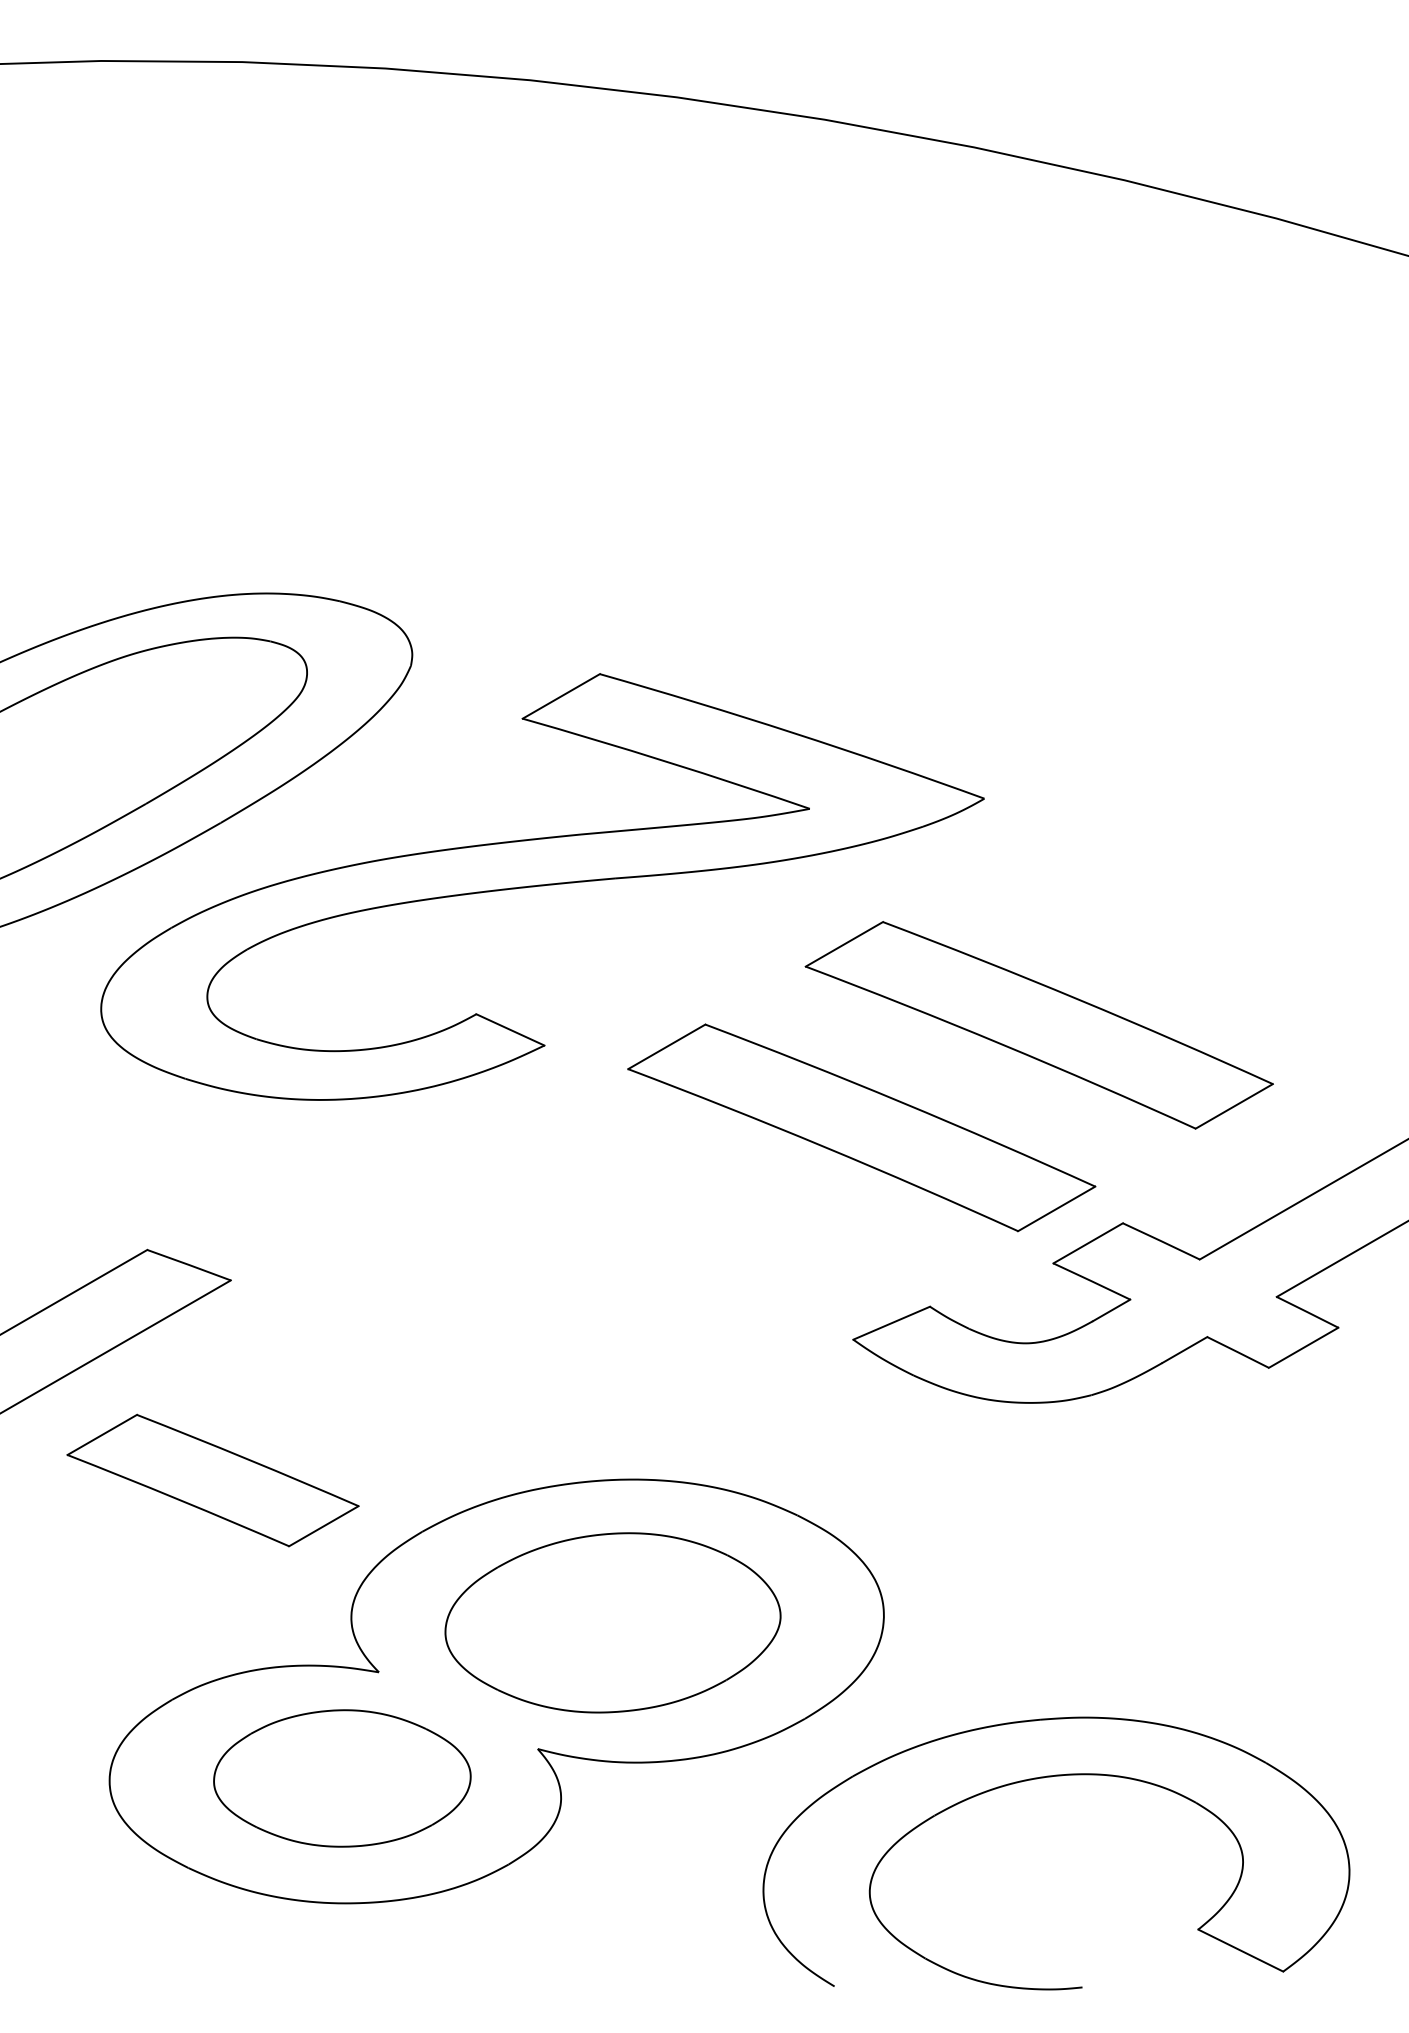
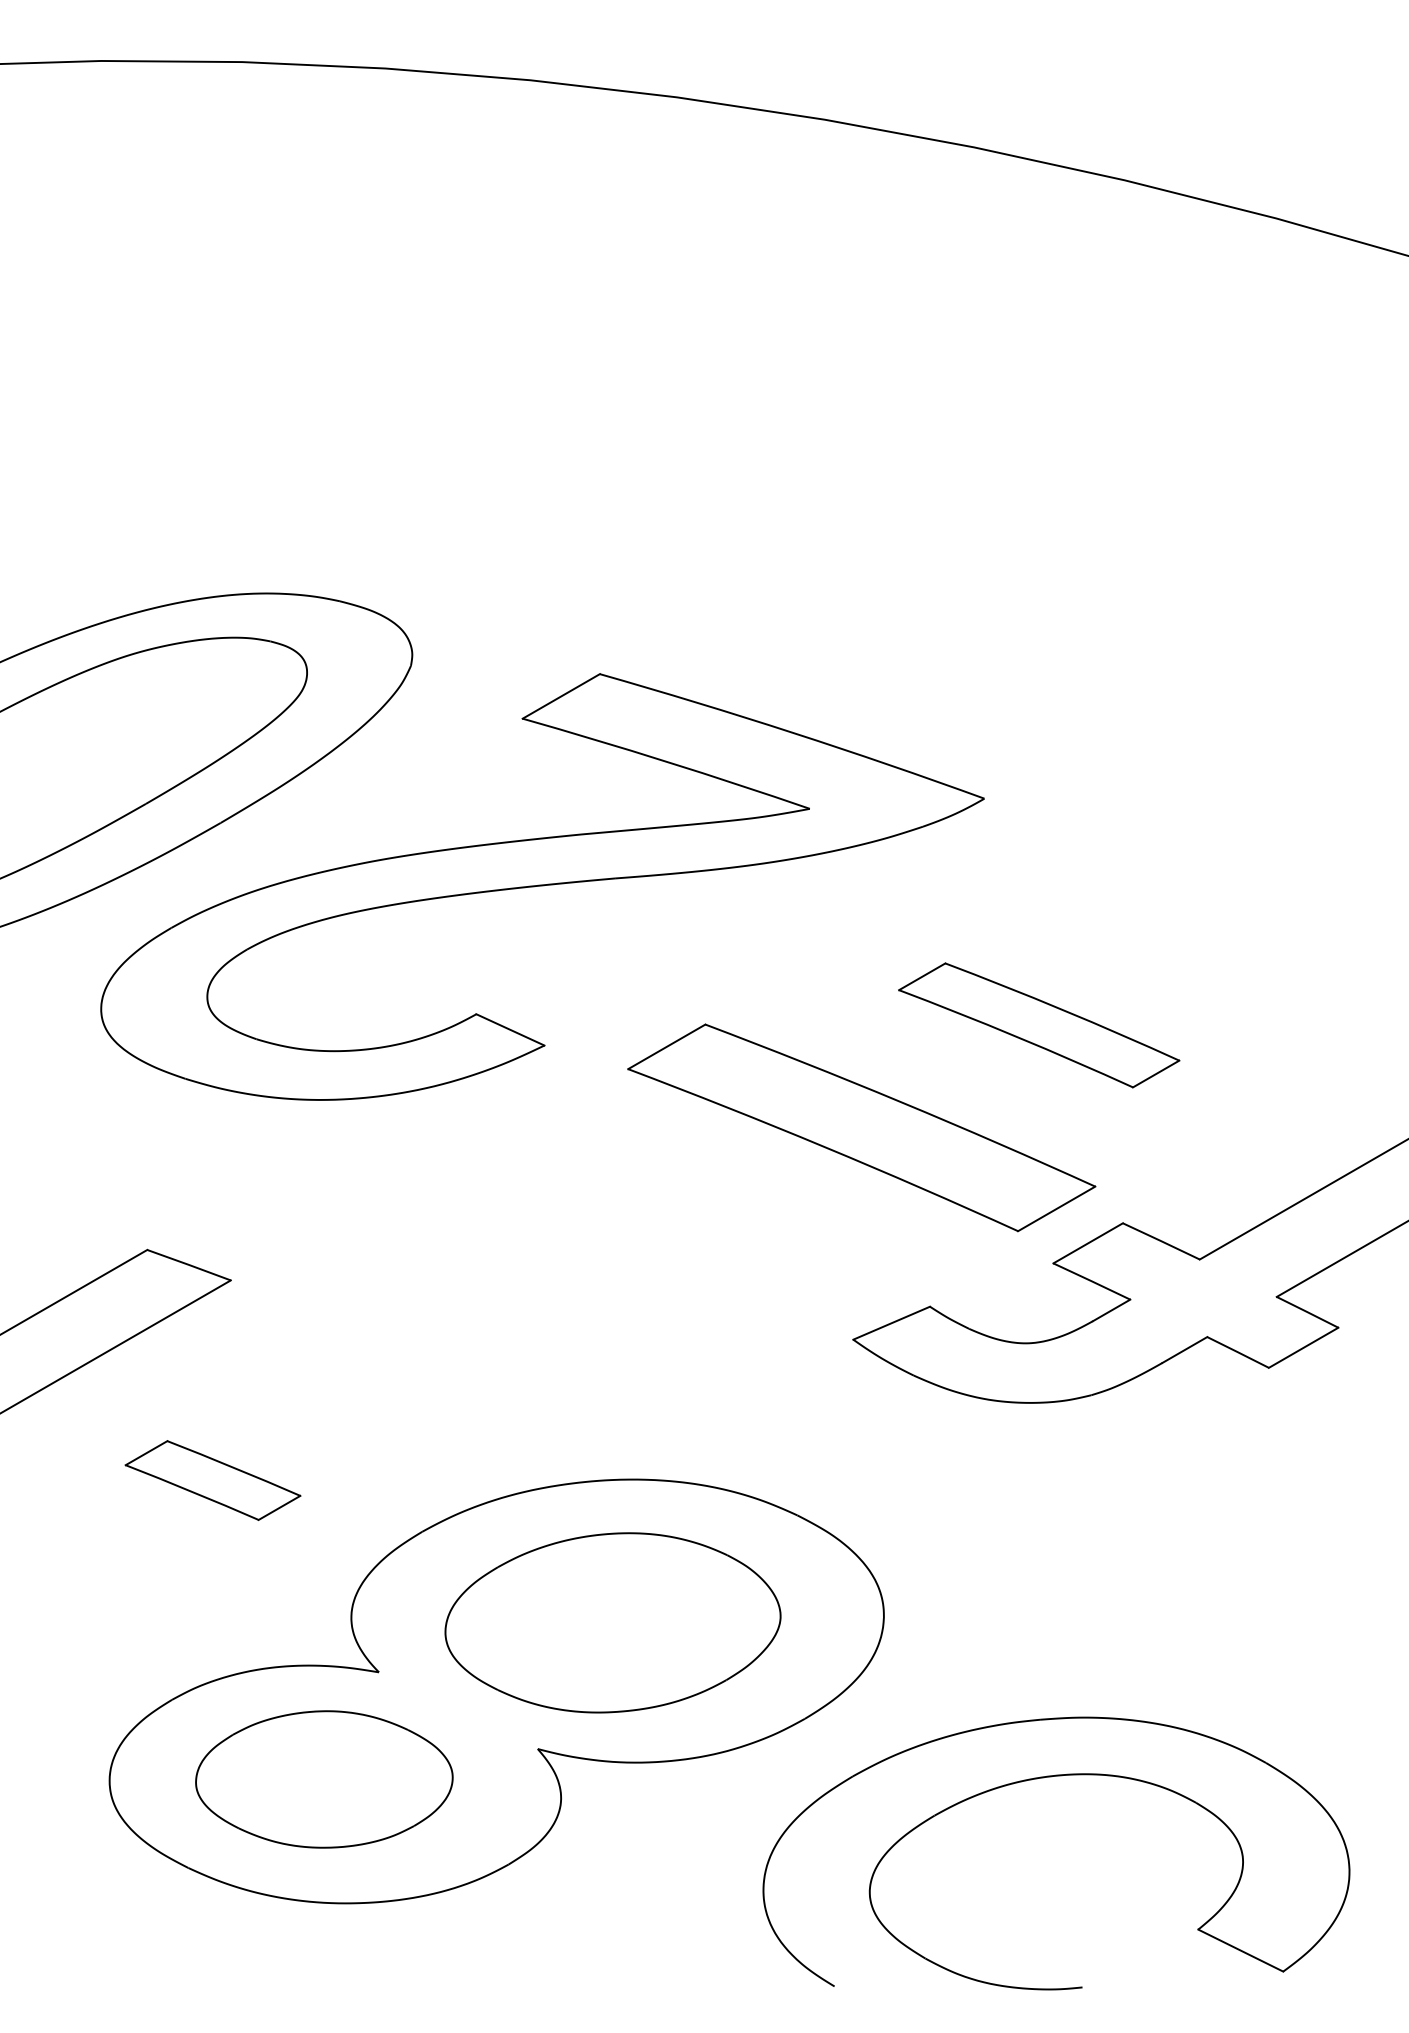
part at (1038, 1025) size: 470x209 px -> 283x127 px
part at (212, 1480) size: 294x135 px -> 178x81 px
part at (342, 1778) position: (342, 1778) -> (324, 1779)
